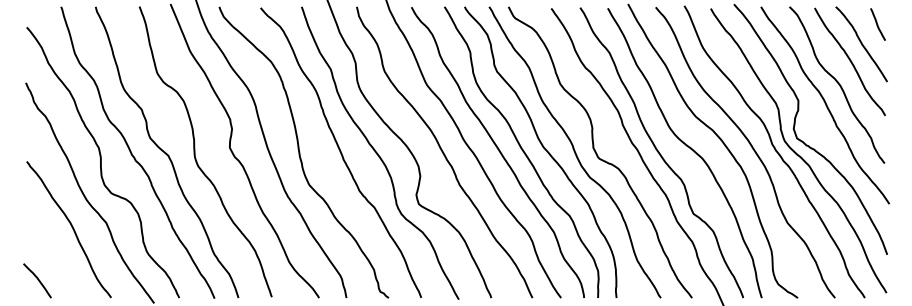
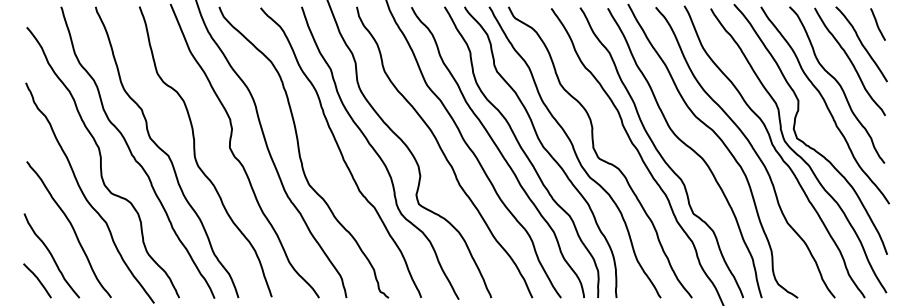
curve at (51, 255): none -> present
